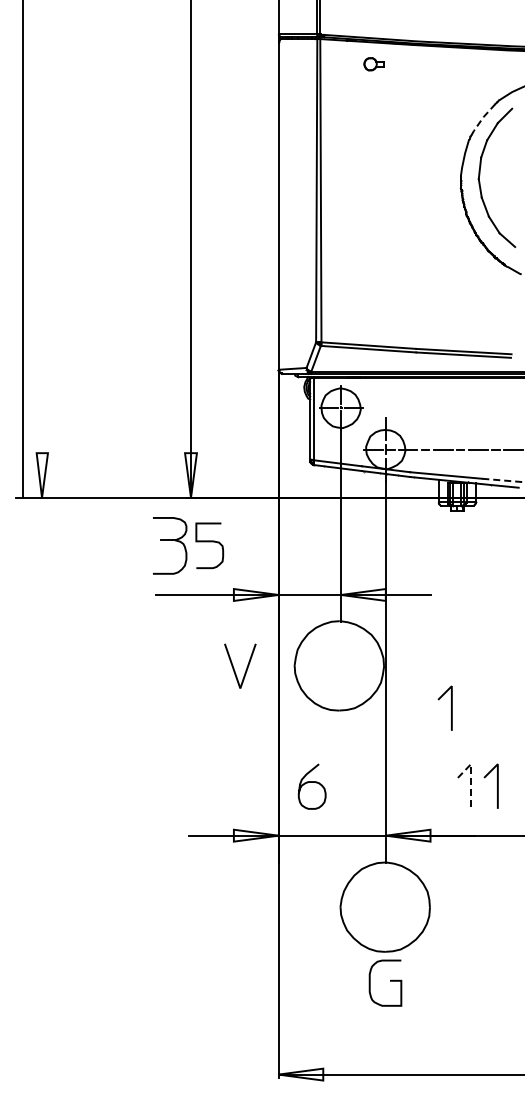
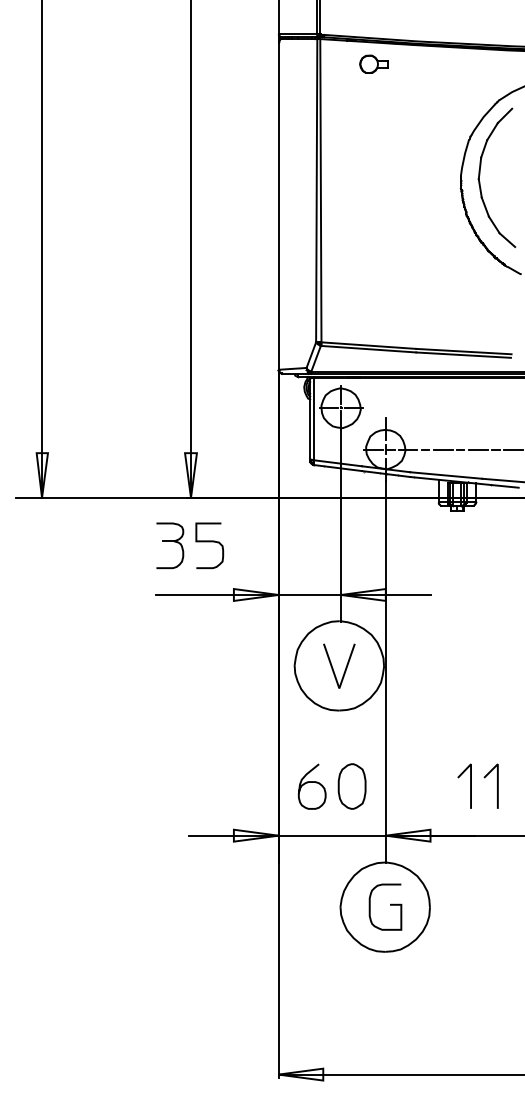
part at (373, 64) size: 22x15 px -> 30x20 px
line at (482, 118): dashed -> solid
line at (23, 249) position: (23, 249) -> (42, 249)
line at (503, 480): dashed -> solid
part at (170, 545) size: 35x58 px -> 29x47 px
line at (246, 667) position: (246, 667) -> (345, 667)
line at (451, 707): present -> none
line at (471, 777): dashed -> solid
part at (351, 786): none -> present
curve at (390, 981) position: (390, 981) -> (390, 905)
